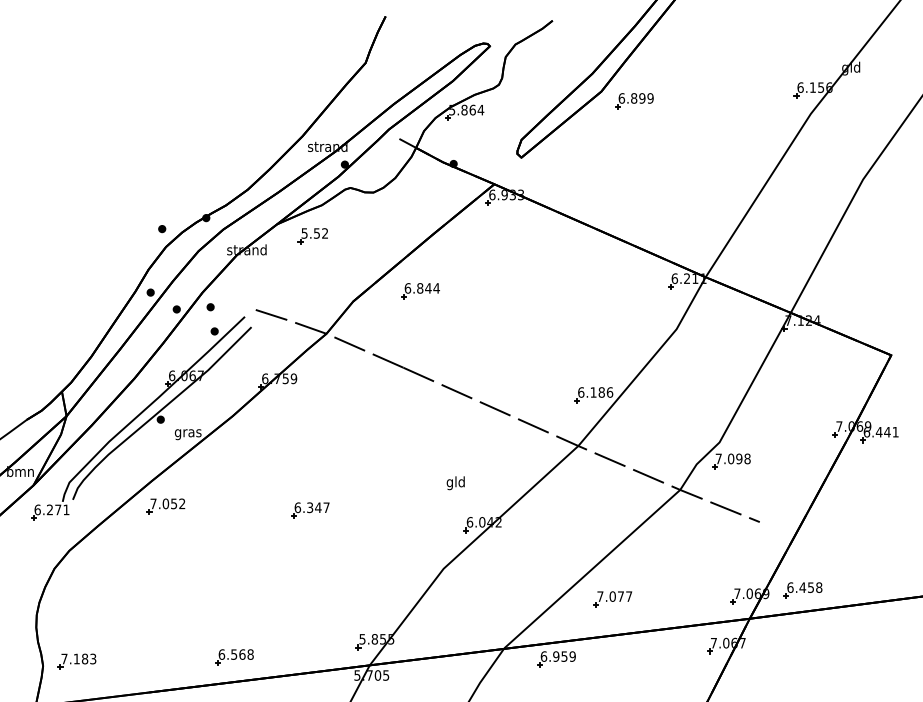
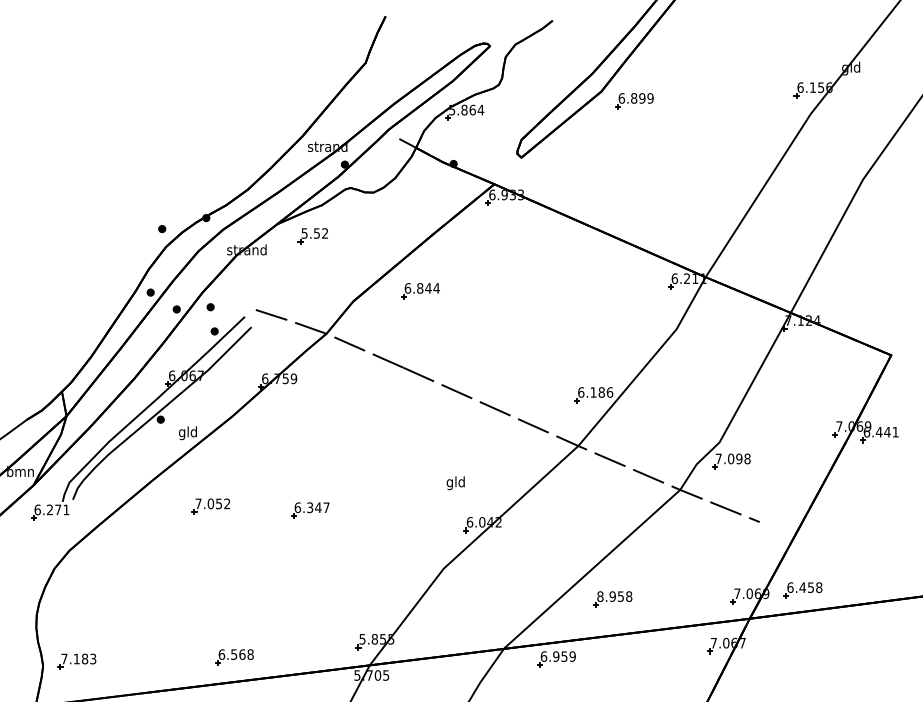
text at (187, 433): gras -> gld
part at (165, 506) position: (165, 506) -> (210, 506)
text at (614, 596): 7.077 -> 8.958
